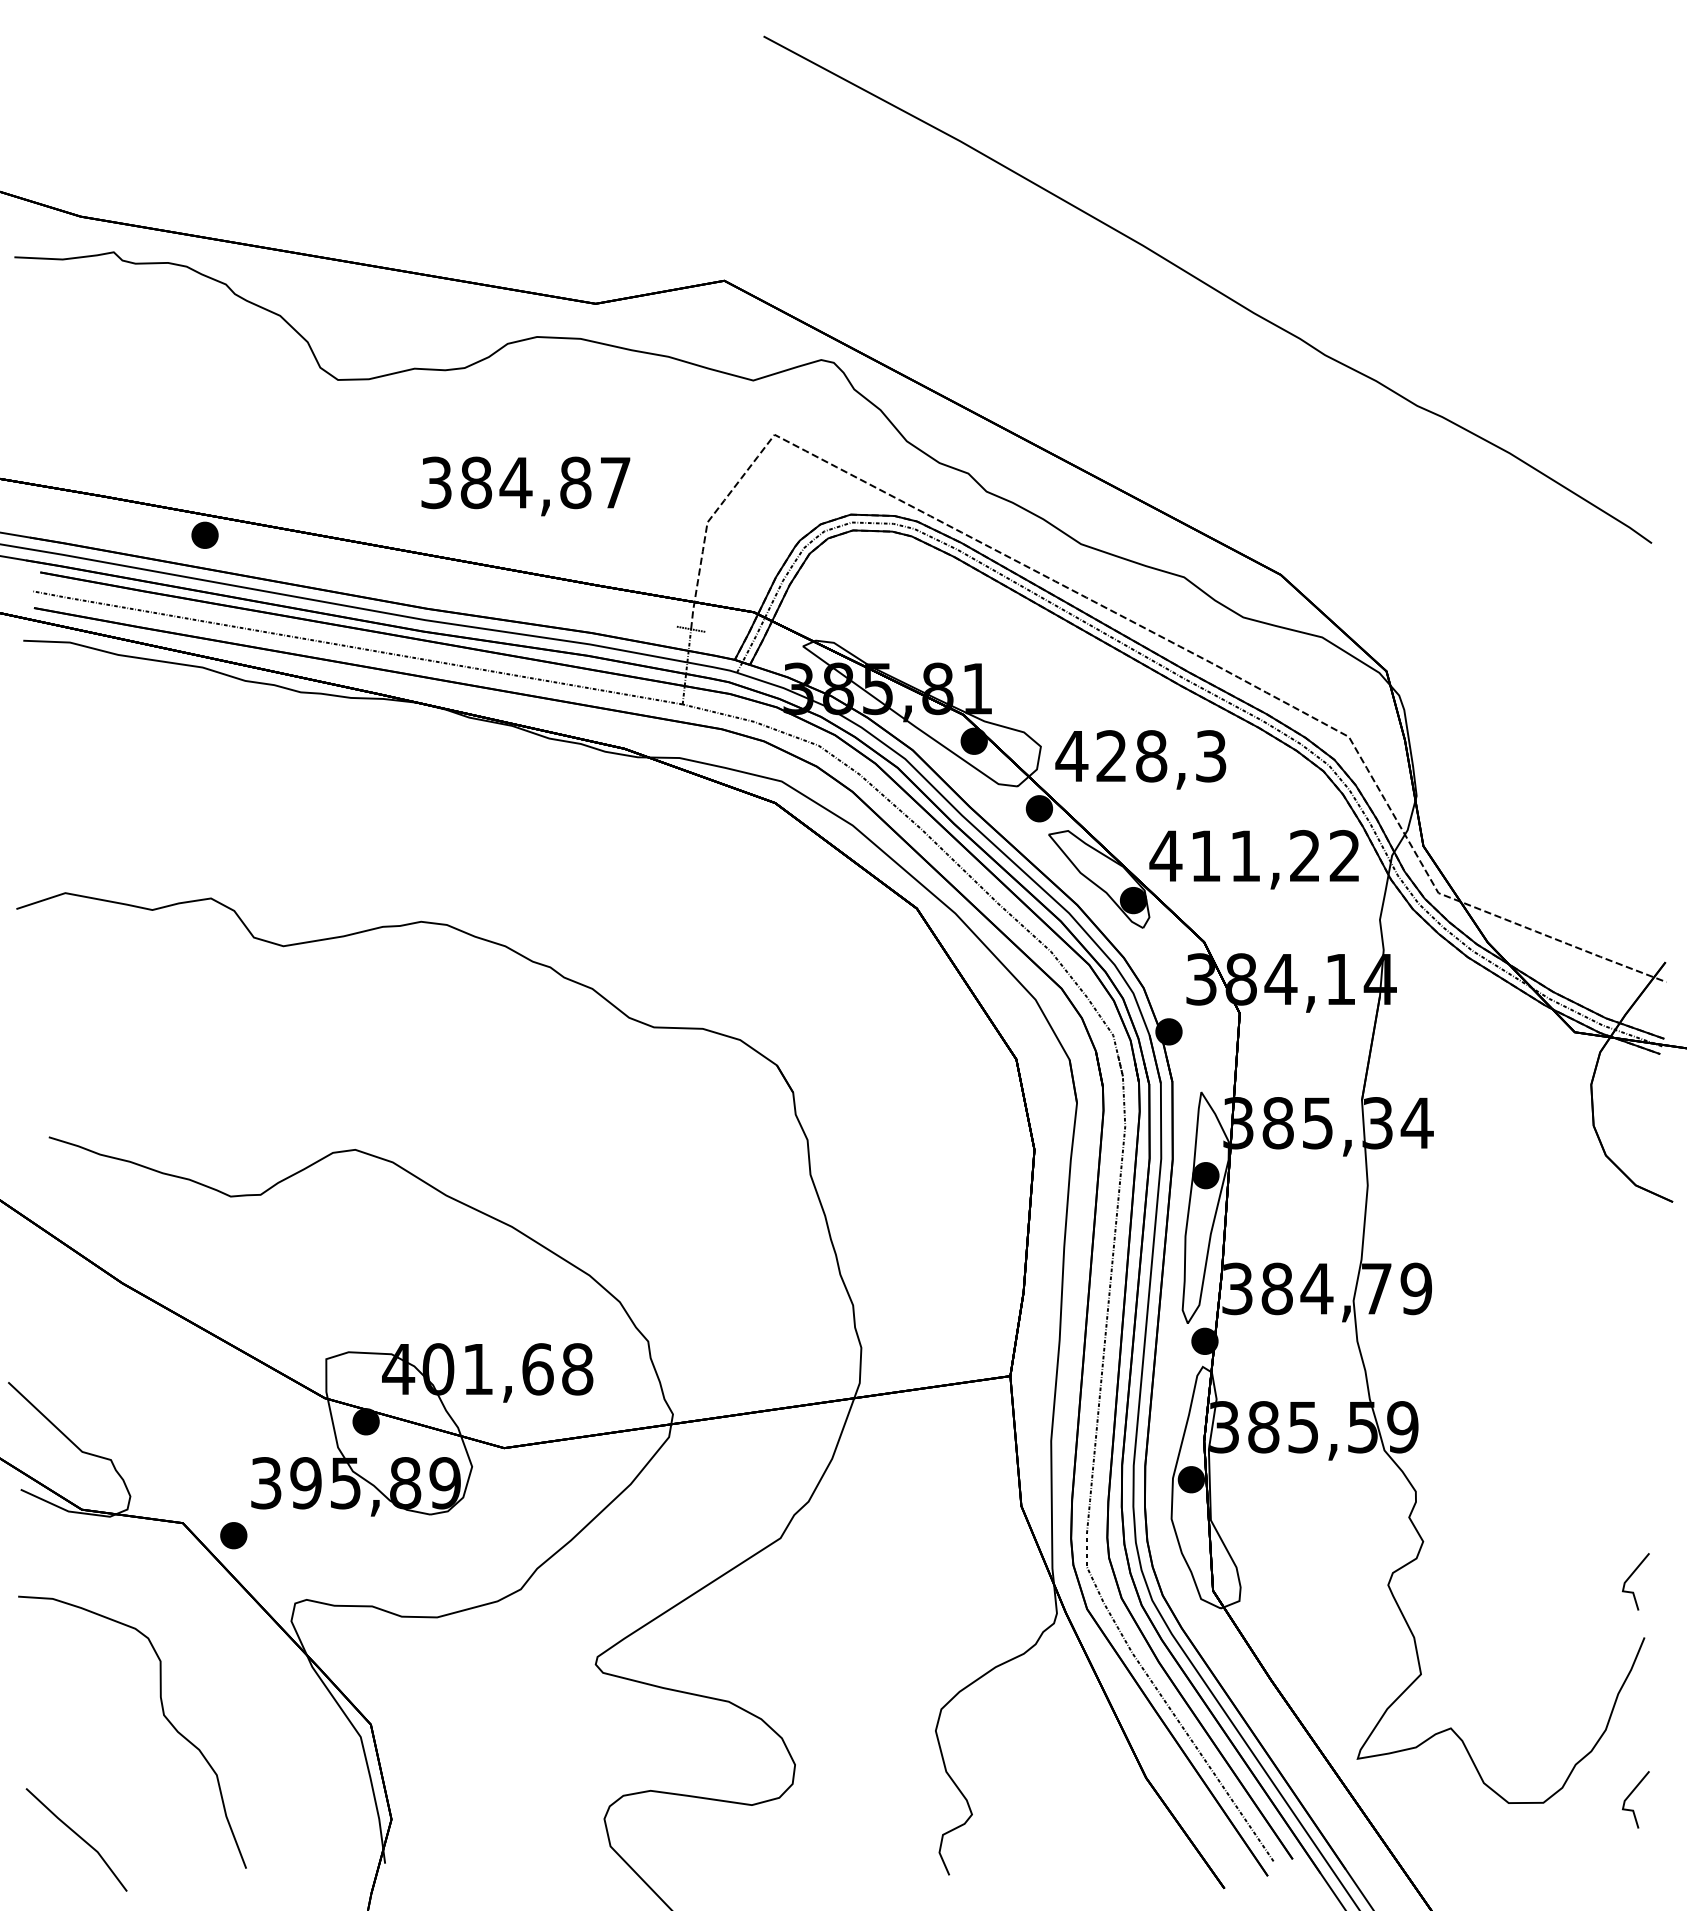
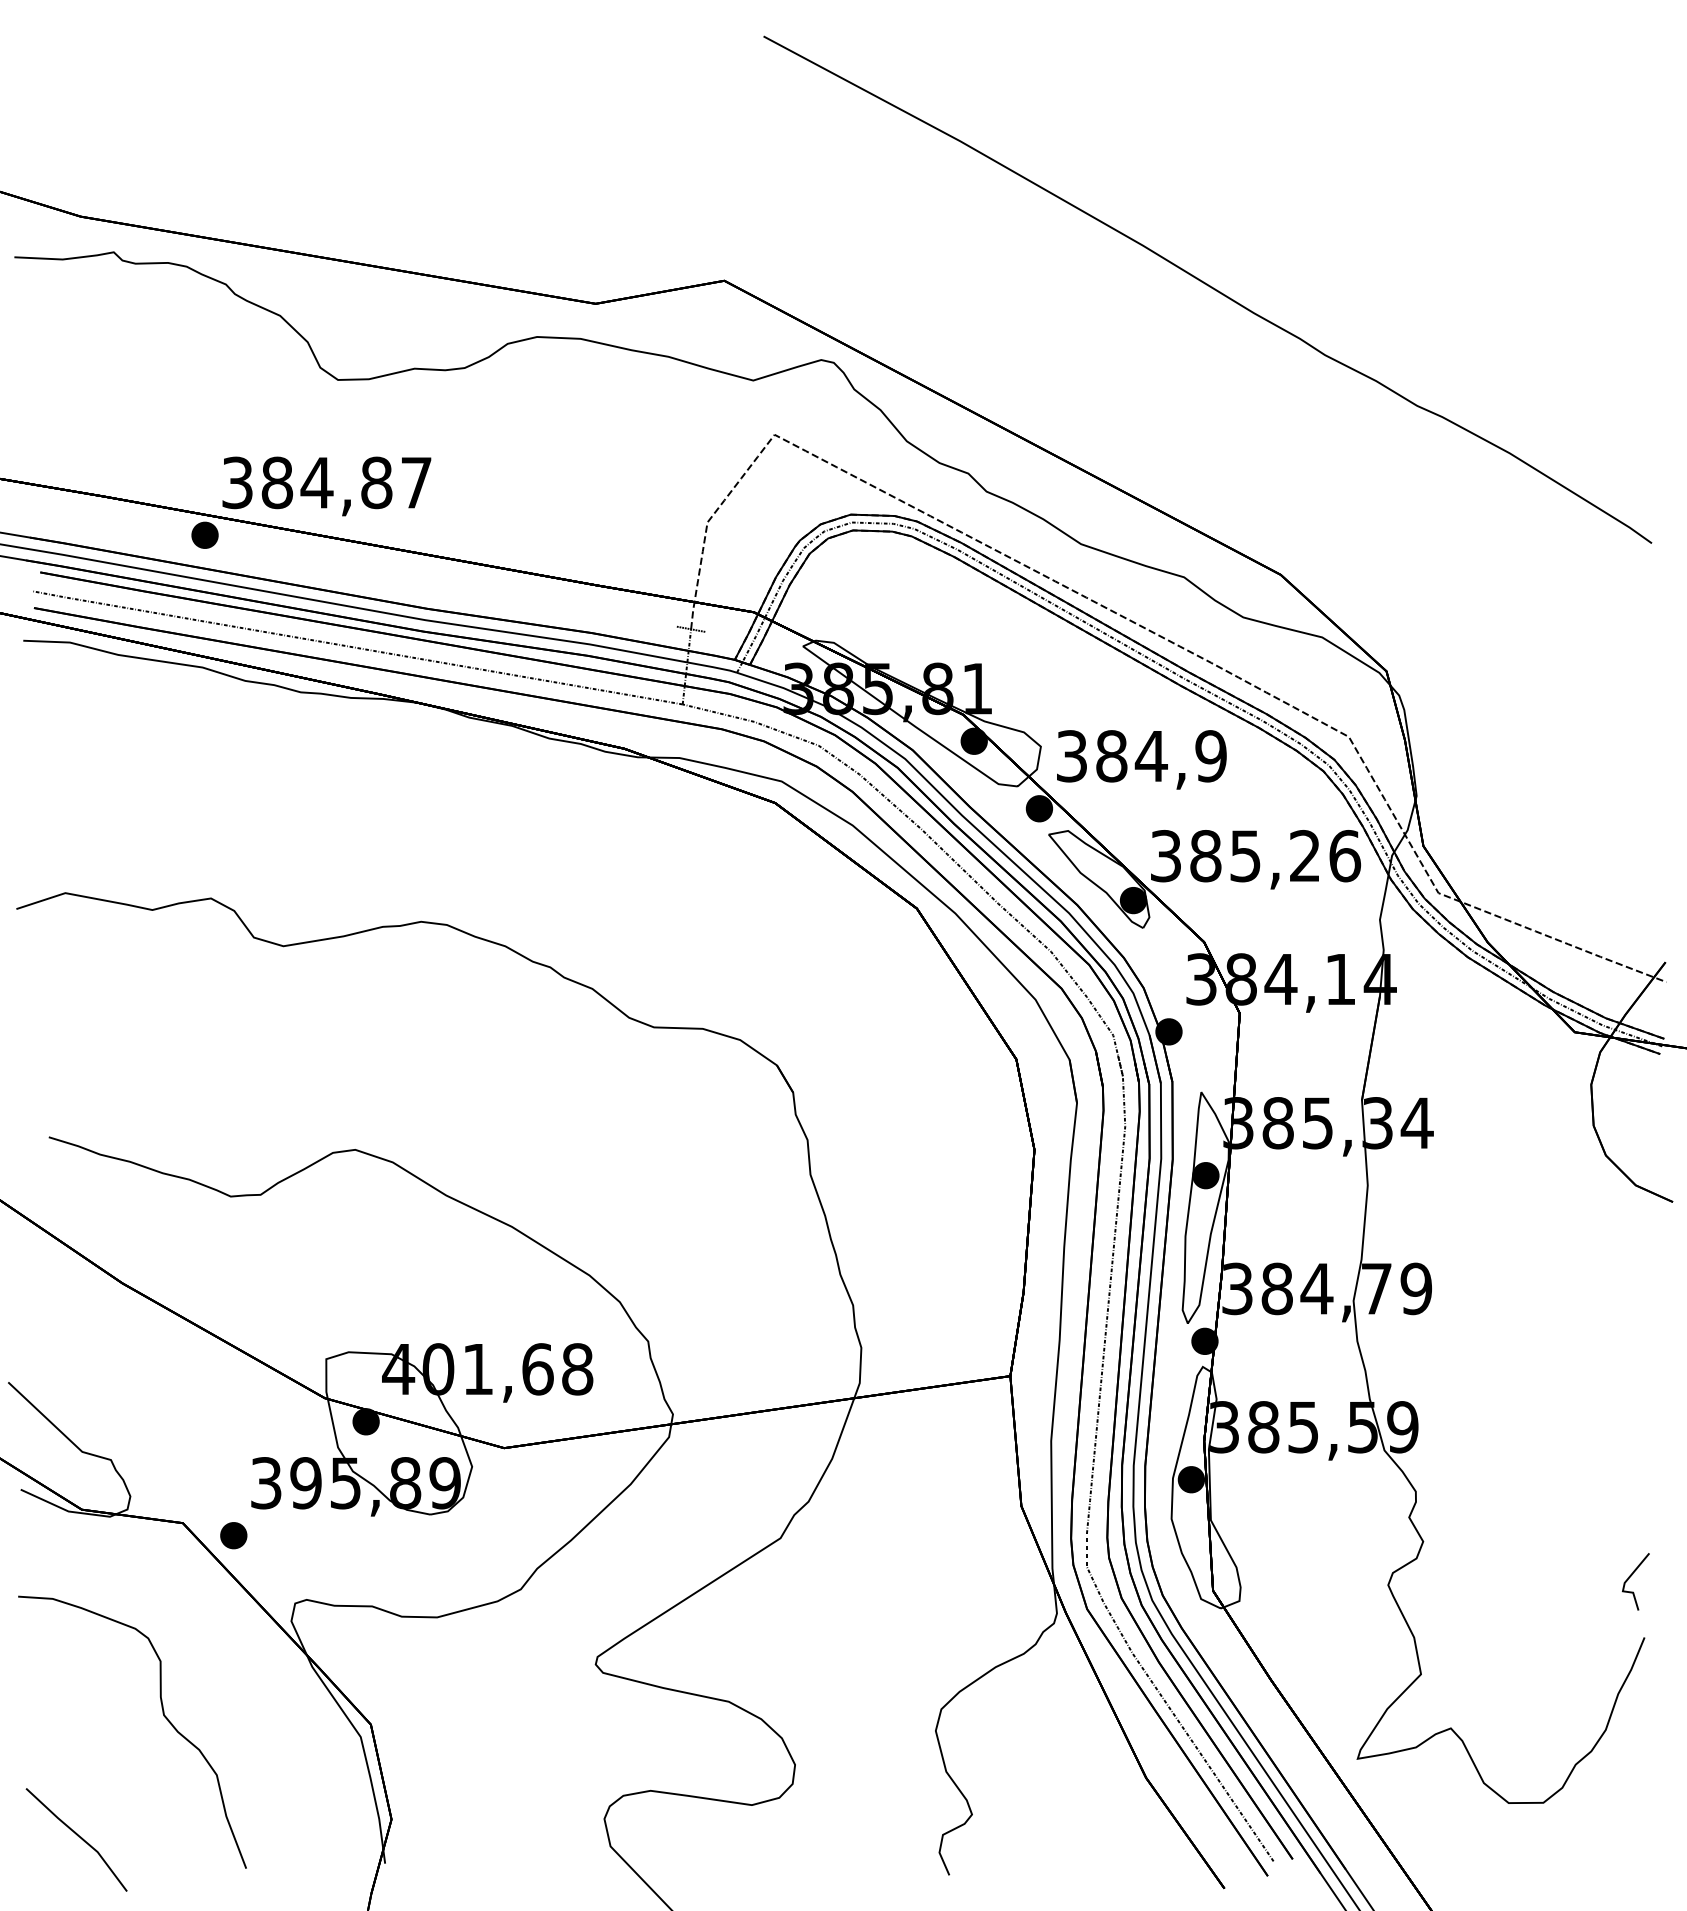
text at (525, 486) position: (525, 486) -> (326, 486)
text at (1140, 756): 428,3 -> 384,9
text at (1255, 855): 411,22 -> 385,26
line at (1631, 1794): present -> none
